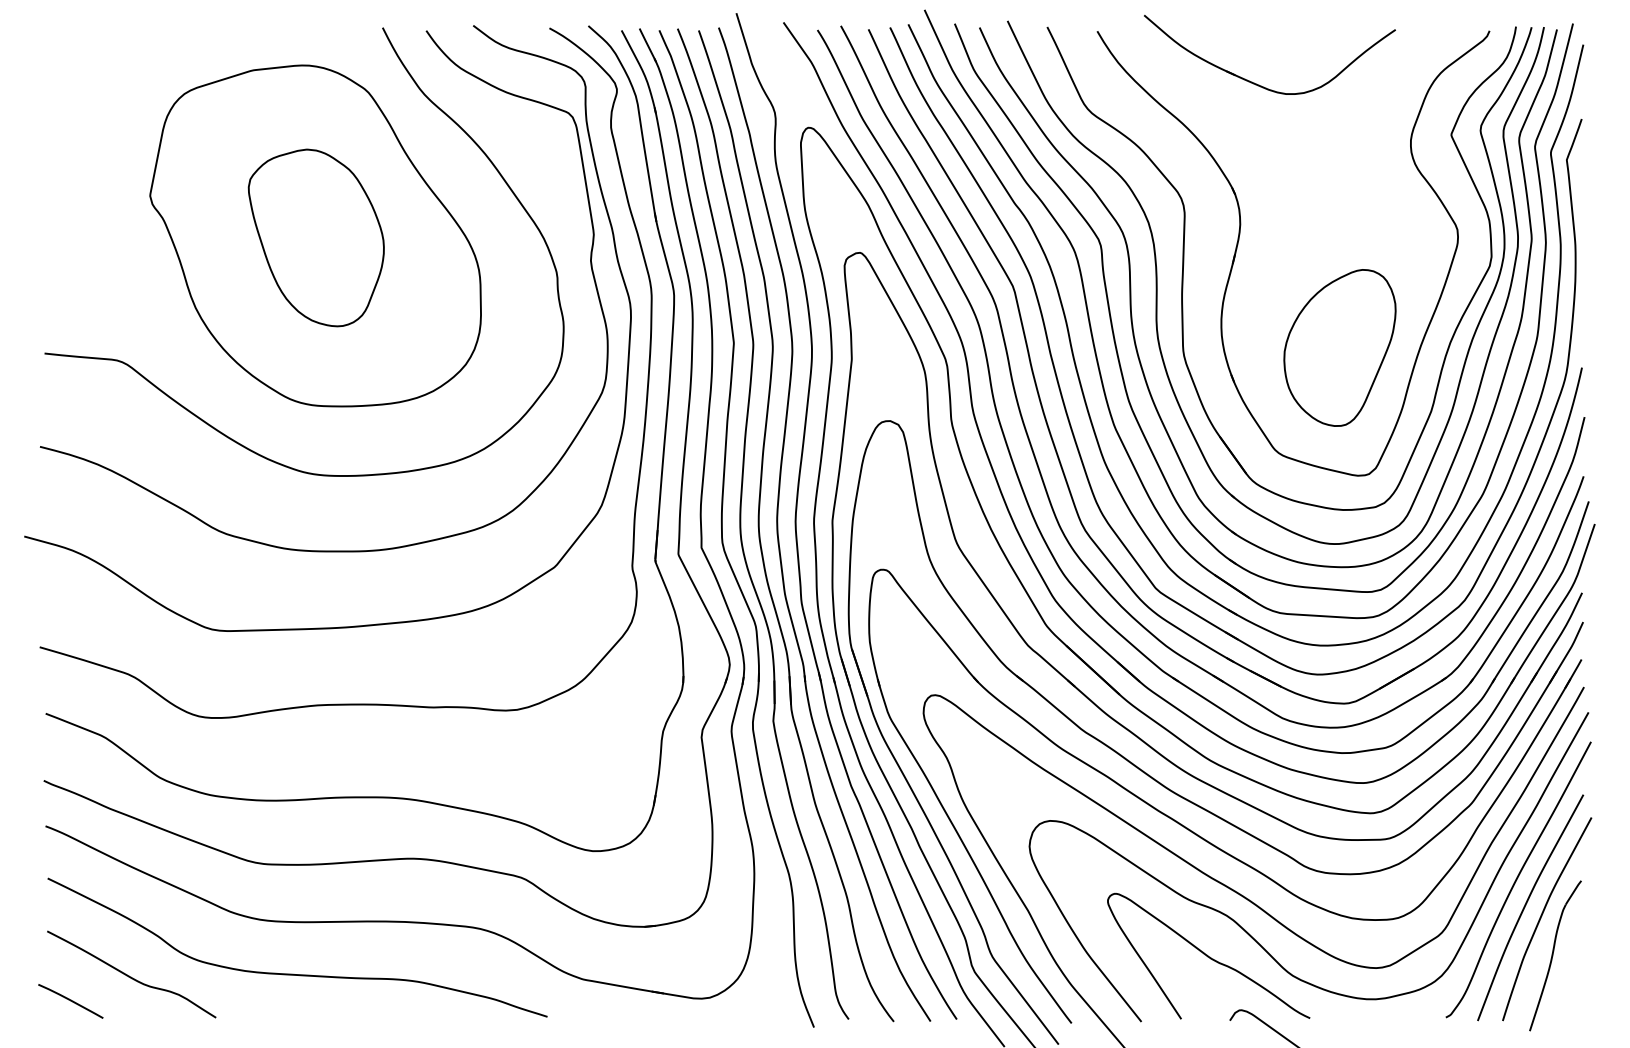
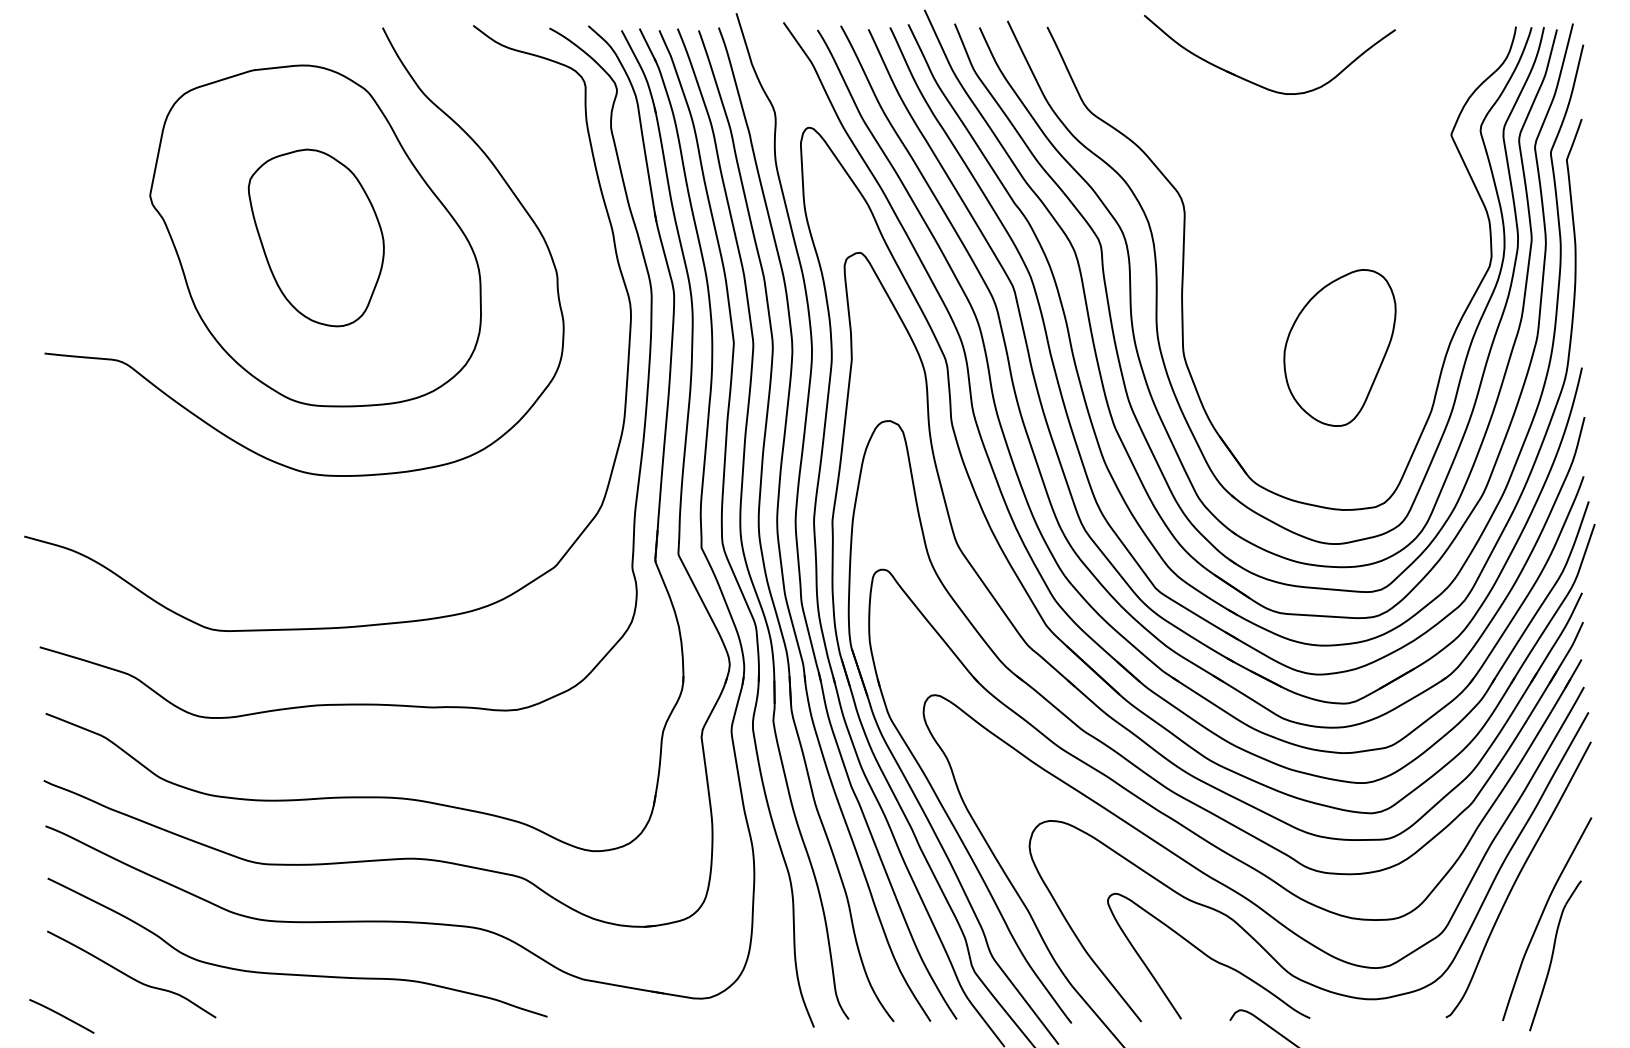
part at (1239, 240): present -> none
curve at (263, 542): present -> none
curve at (1526, 905): present -> none
line at (70, 1001) position: (70, 1001) -> (61, 1016)
